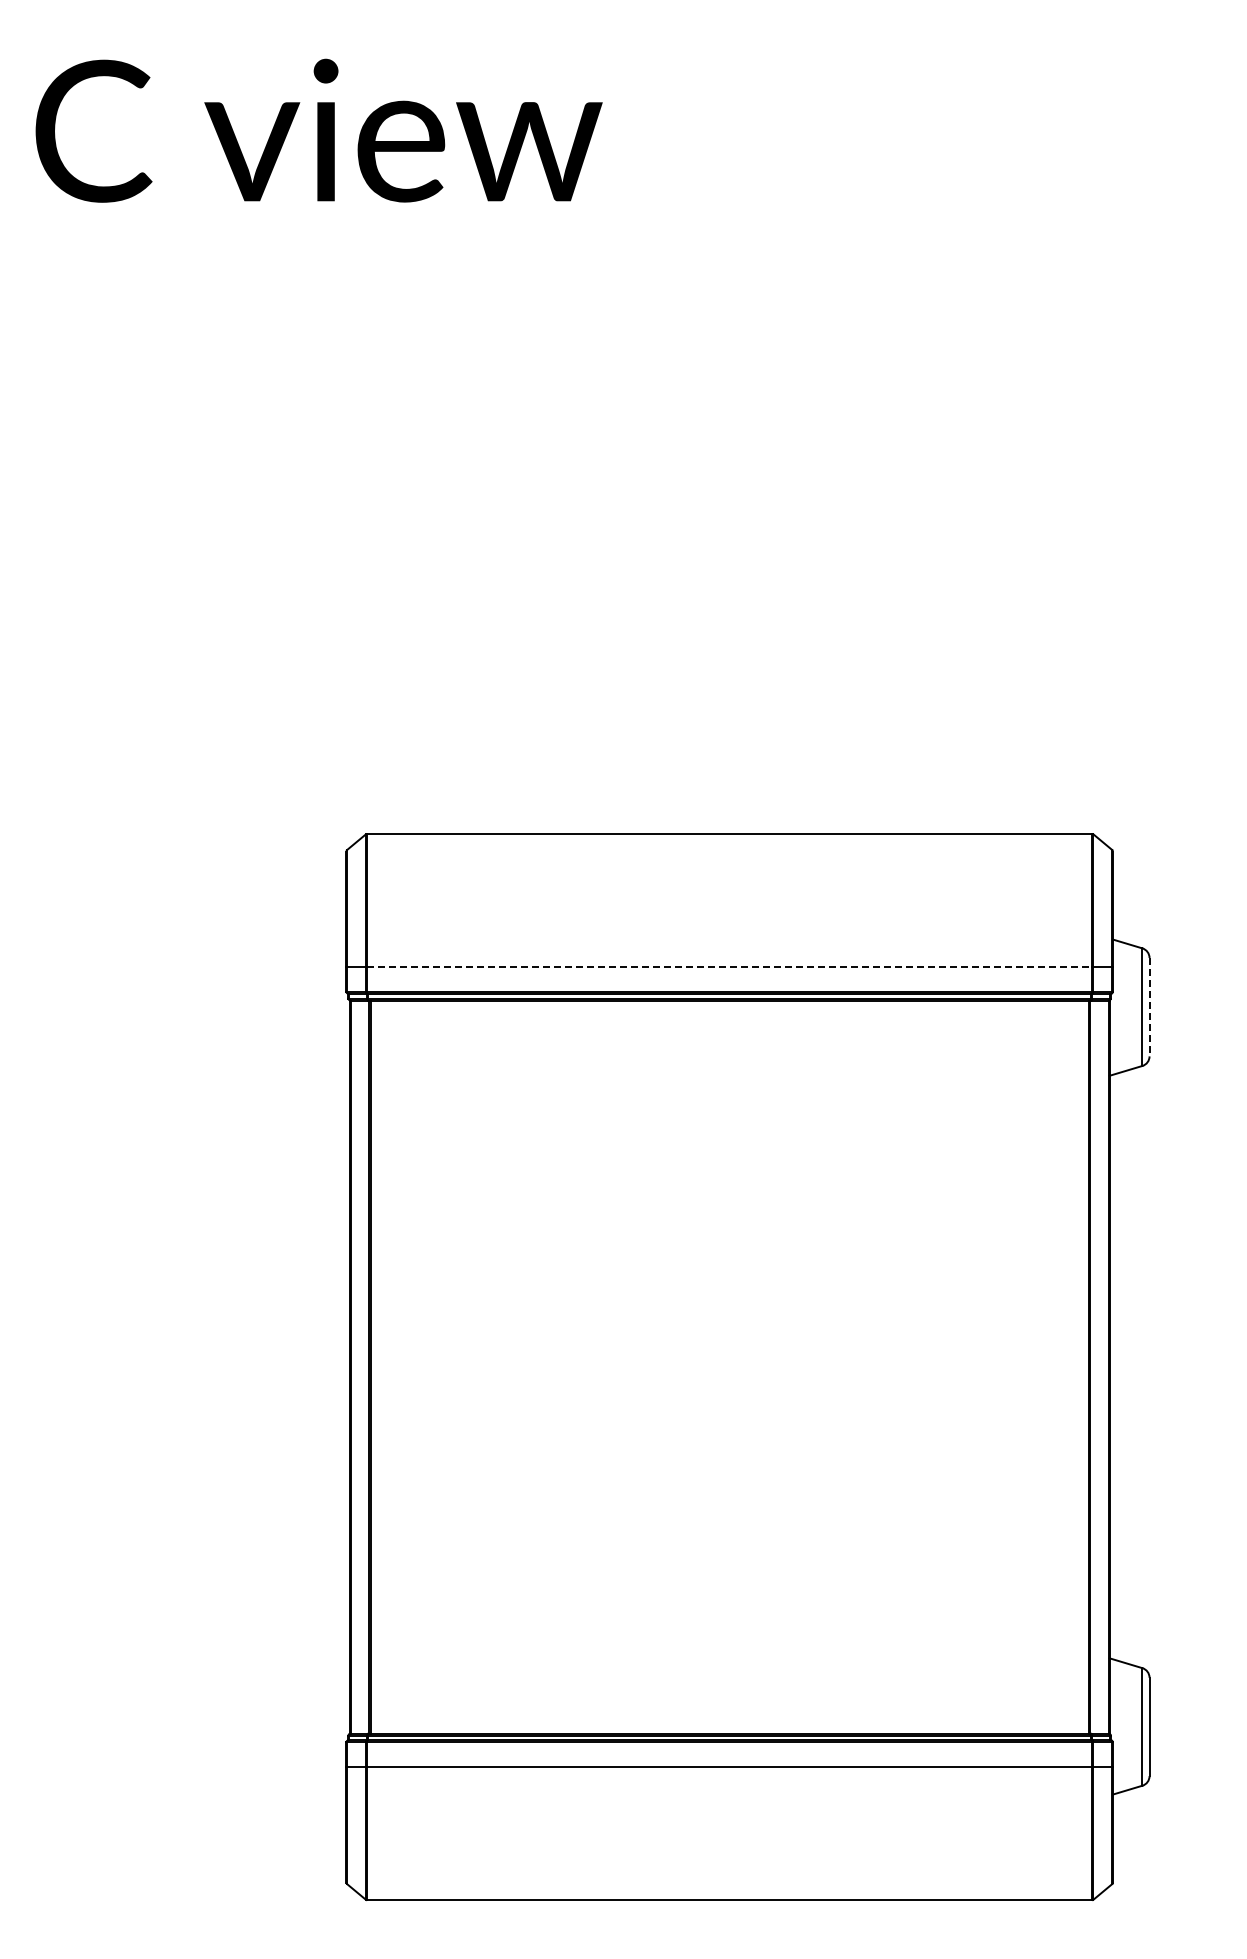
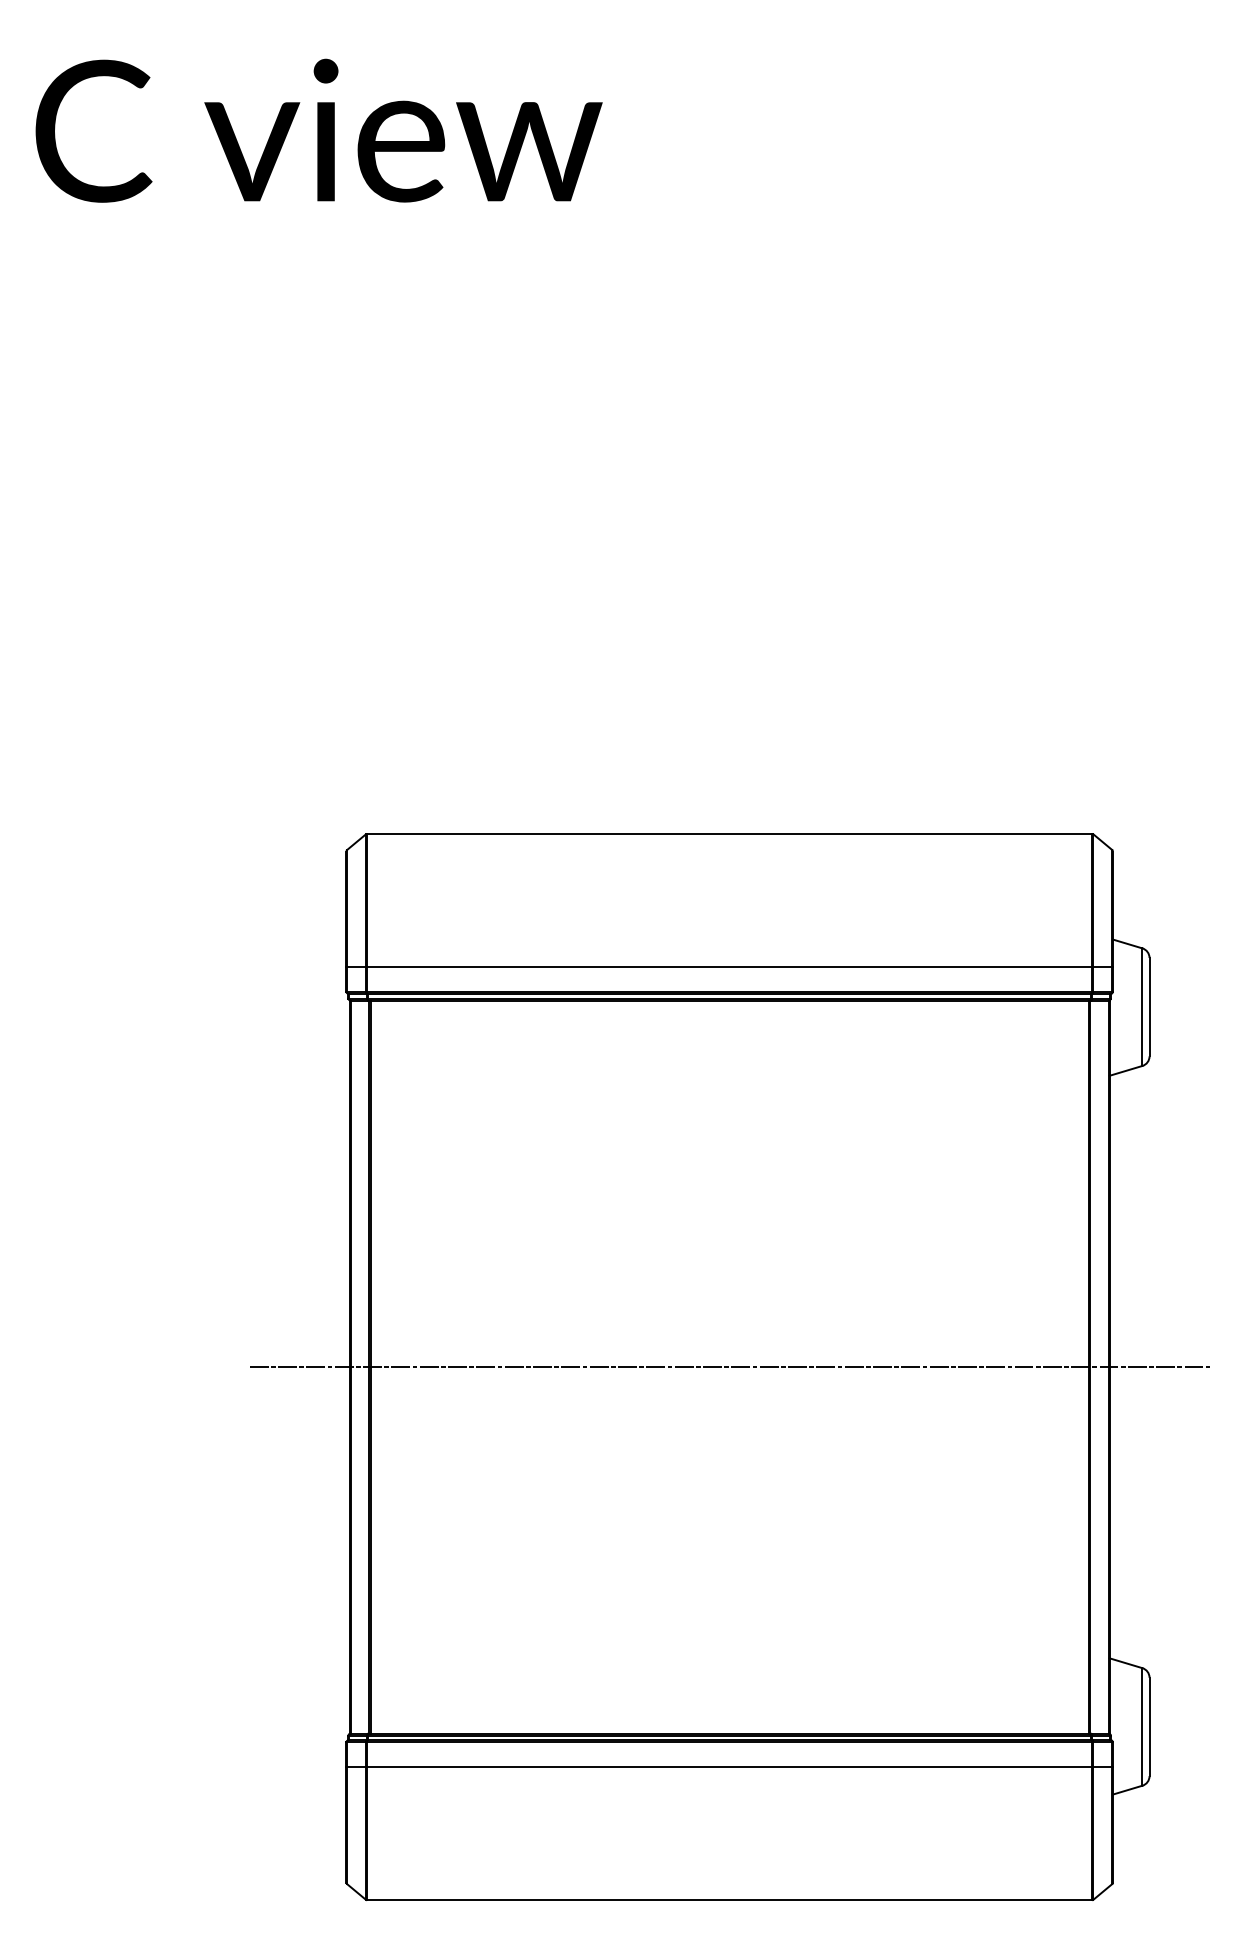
line at (730, 967): dashed -> solid
line at (1149, 1007): dashed -> solid
line at (729, 1367): none -> present
